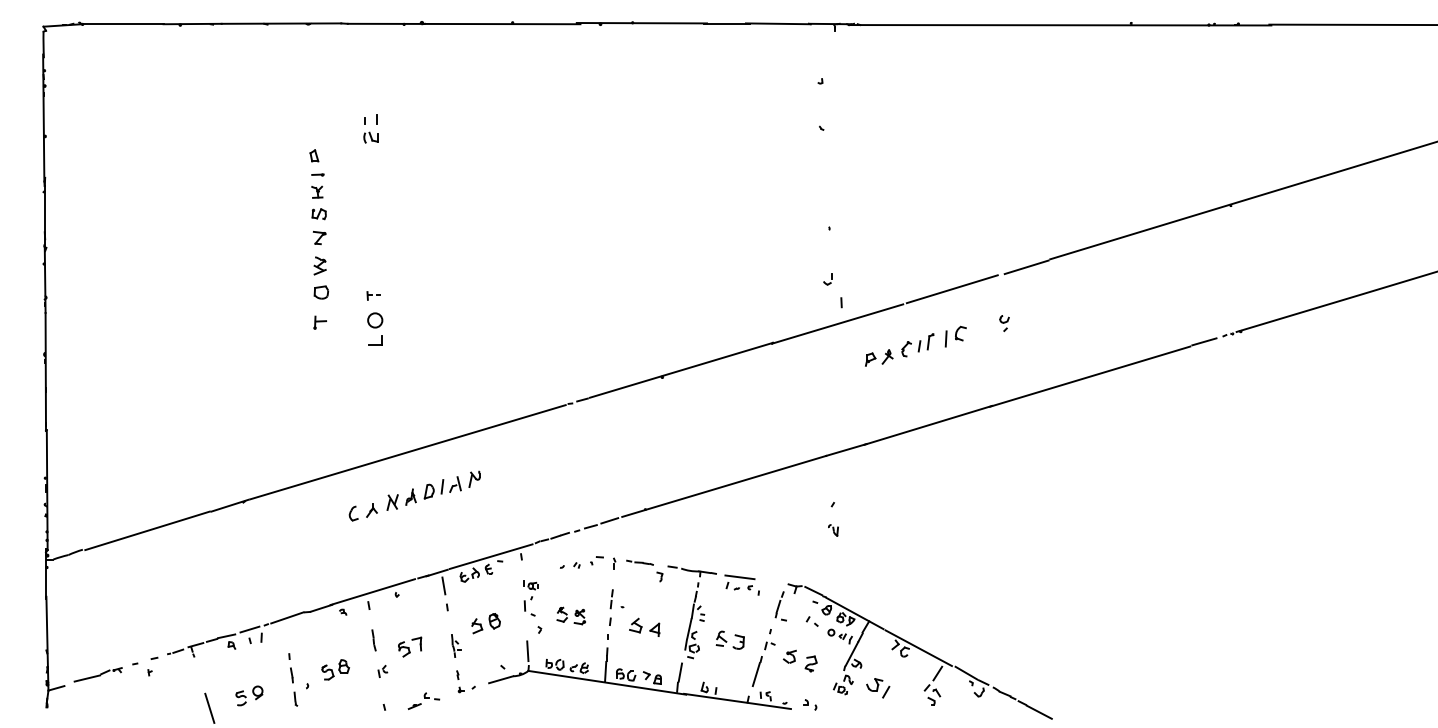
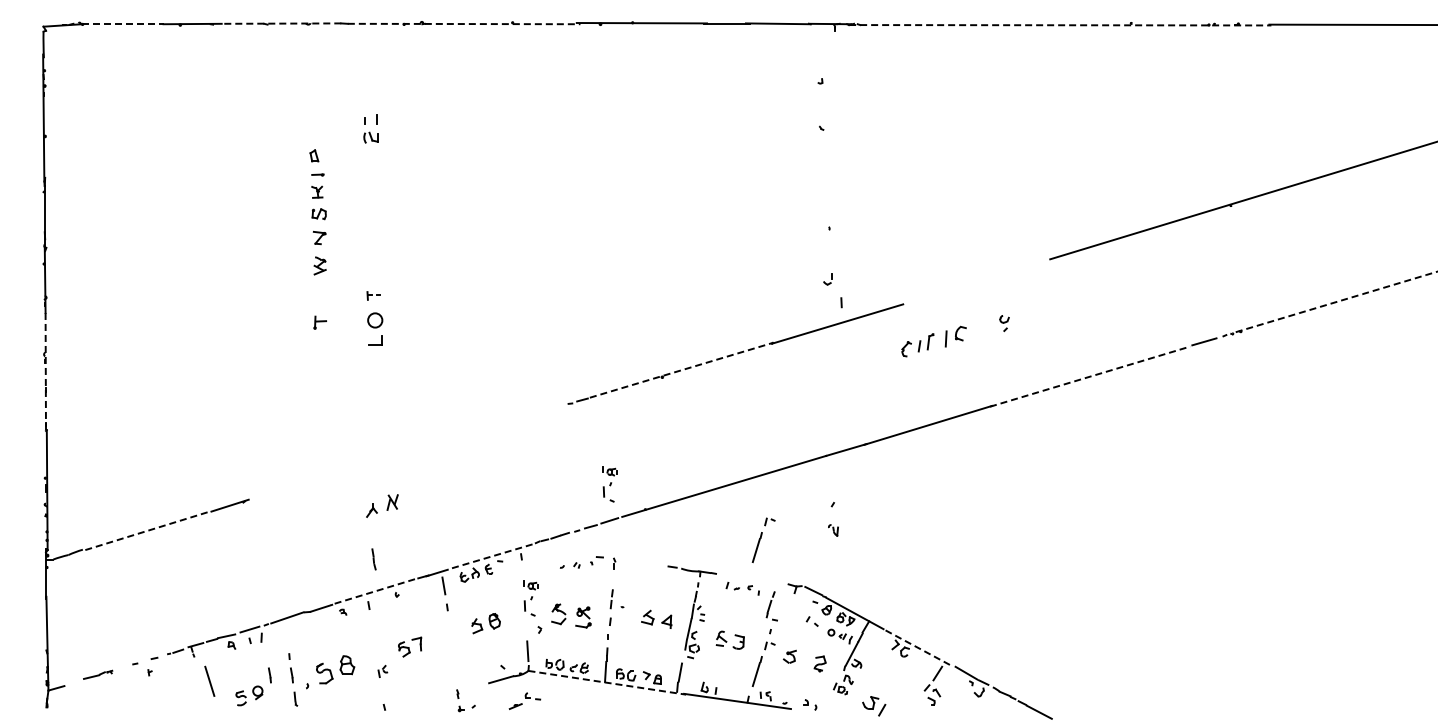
line at (281, 23): solid -> dashed
line at (122, 24): solid -> dashed
line at (464, 24): solid -> dashed
line at (1060, 25): solid -> dashed
line at (1026, 267): present -> none
line at (951, 289): present -> none
part at (321, 292): present -> none
arc at (1337, 301): solid -> dashed
part at (879, 357): present -> none
line at (681, 370): solid -> dashed
line at (45, 371): solid -> dashed
line at (1090, 376): solid -> dashed
line at (407, 452): present -> none
part at (609, 484): none -> present
part at (442, 487): present -> none
part at (353, 513): present -> none
line at (148, 530): solid -> dashed
part at (763, 539): none -> present
line at (490, 556): solid -> dashed
part at (644, 570): present -> none
line at (739, 577): present -> none
line at (372, 592): solid -> dashed
part at (780, 606) position: (780, 606) -> (771, 606)
part at (570, 615) size: 30x20 px -> 41x26 px
part at (644, 626) position: (644, 626) -> (656, 618)
line at (373, 640) position: (373, 640) -> (373, 559)
part at (456, 645): present -> none
line at (918, 648): solid -> dashed
part at (810, 663) position: (810, 663) -> (819, 663)
part at (335, 669) size: 30x22 px -> 40x30 px
part at (97, 674) size: 50x16 px -> 31x11 px
line at (269, 675): none -> present
part at (459, 679) position: (459, 679) -> (459, 698)
line at (607, 682): solid -> dashed
part at (878, 688) position: (878, 688) -> (874, 706)
part at (423, 700) position: (423, 700) -> (524, 700)
line at (209, 707) position: (209, 707) -> (209, 680)
